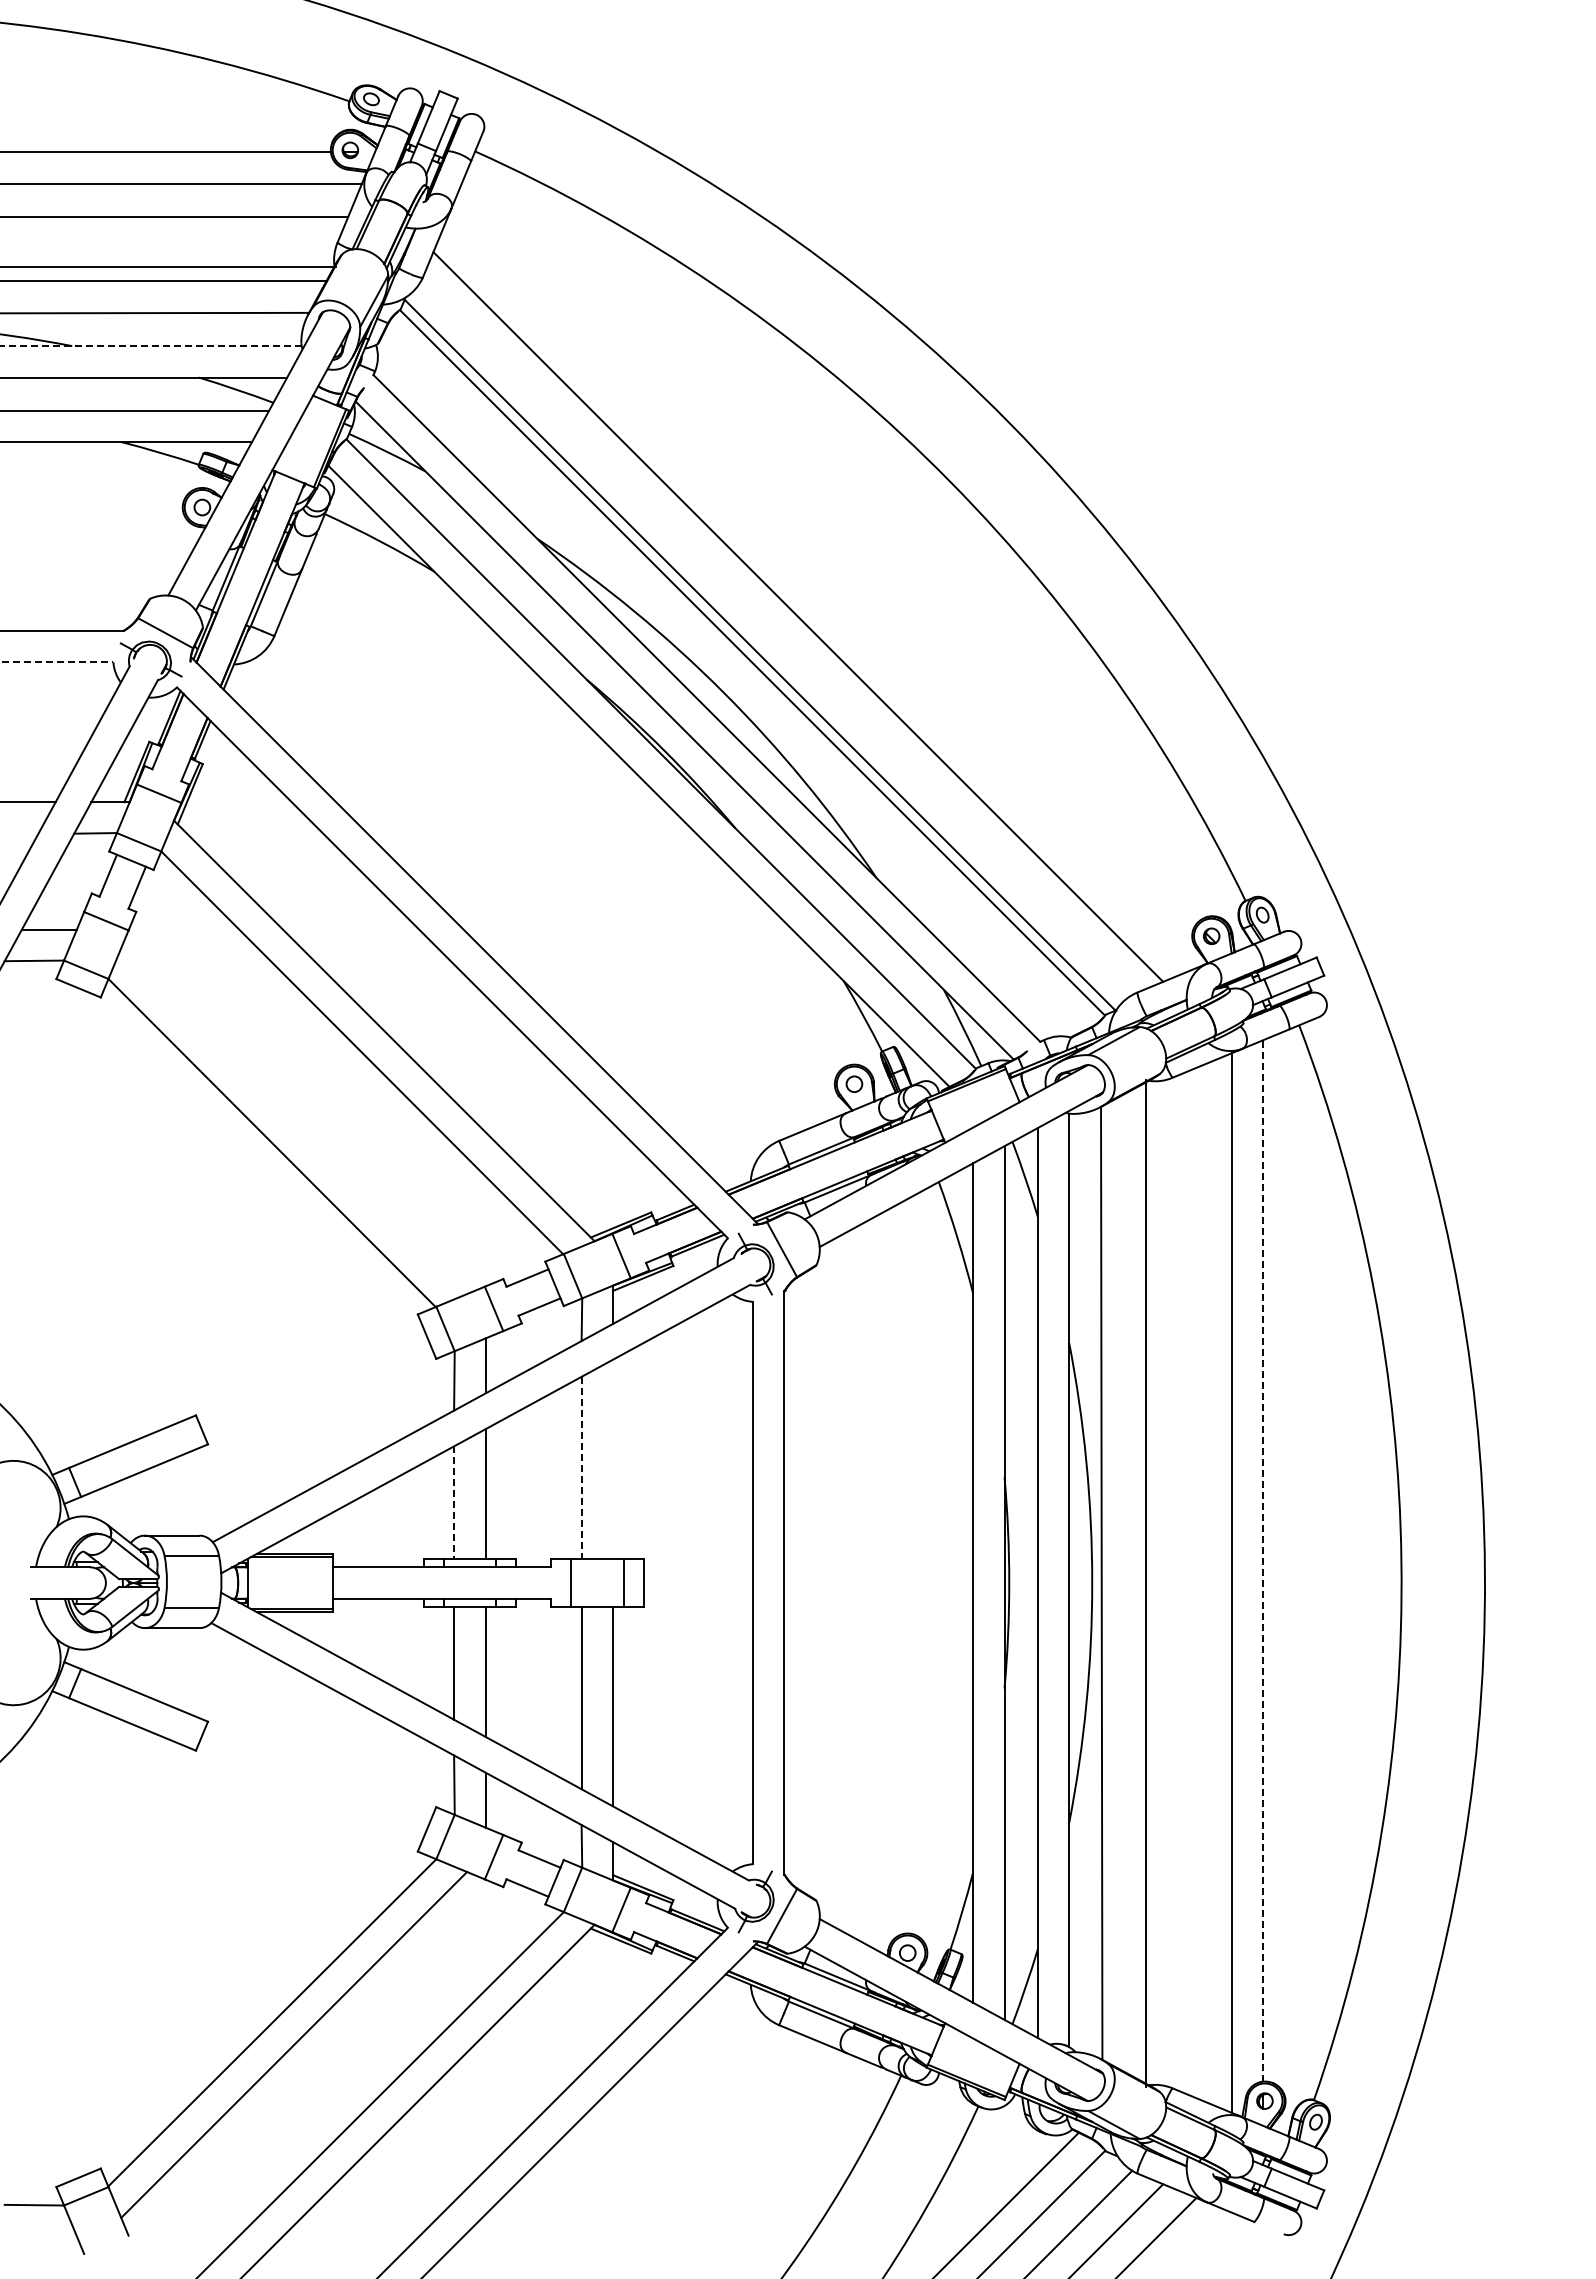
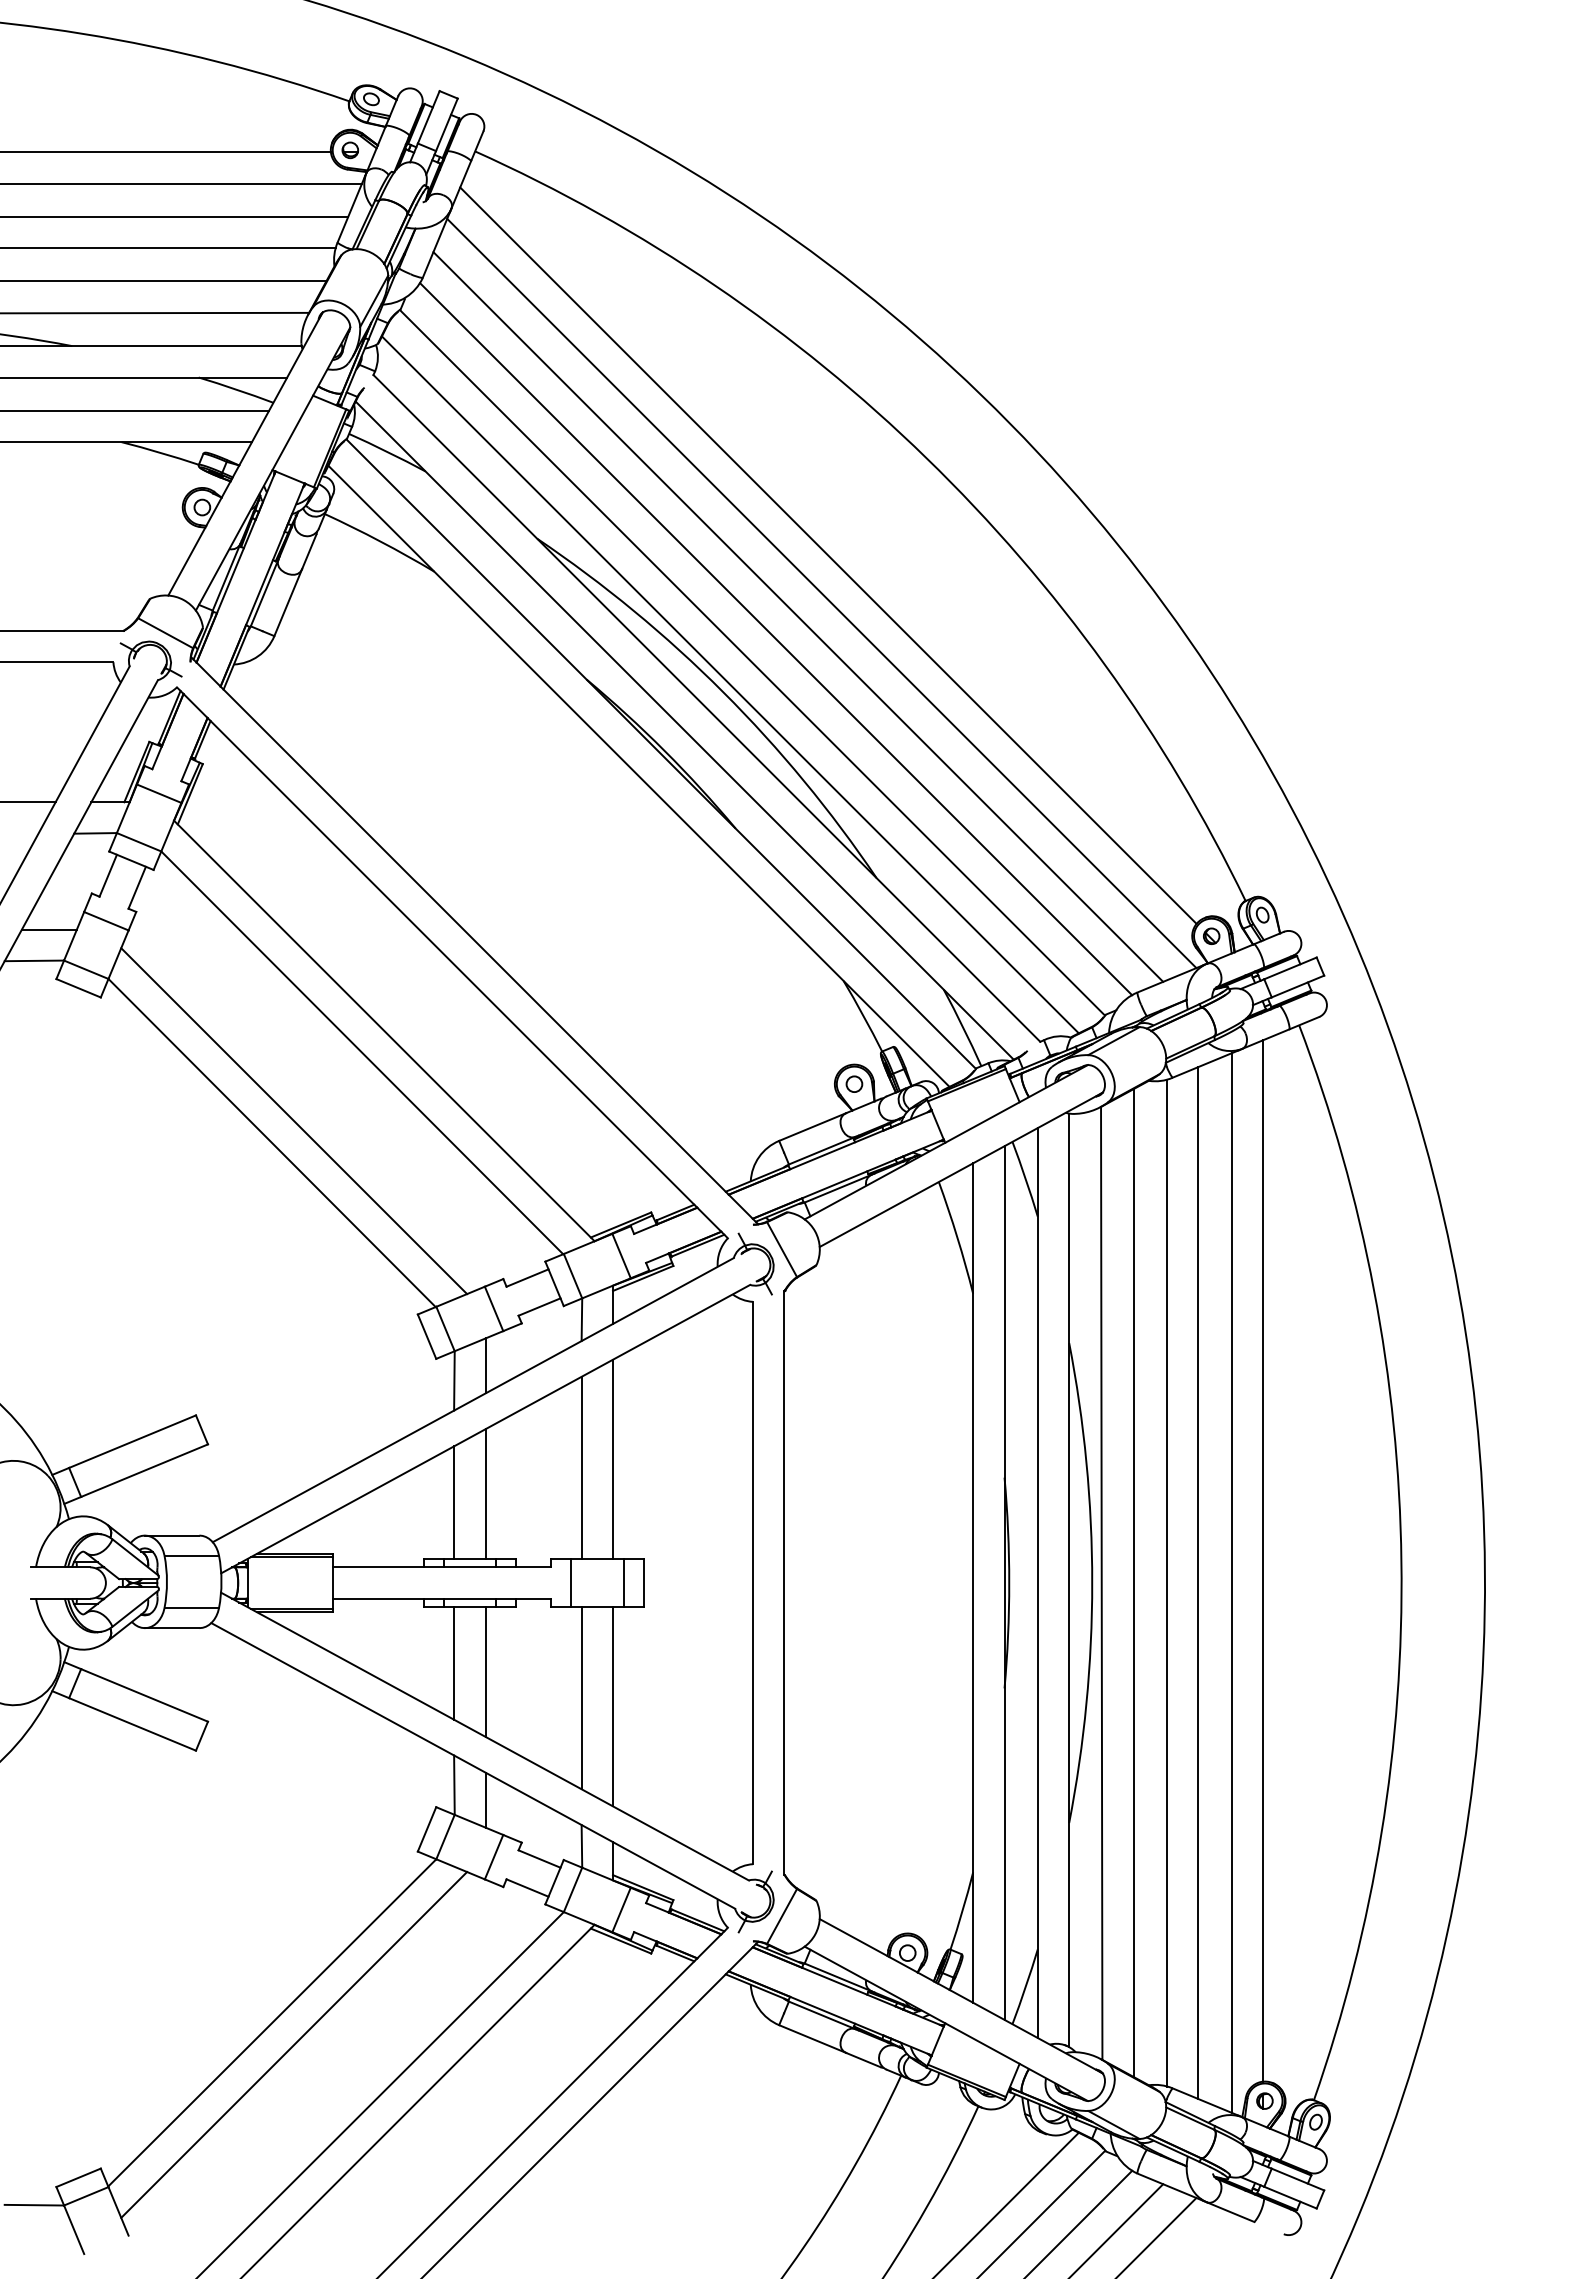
line at (168, 267) position: (168, 267) -> (168, 248)
line at (150, 346): dashed -> solid
line at (828, 555): none -> present
line at (821, 593): none -> present
line at (760, 655) position: (760, 655) -> (776, 639)
line at (57, 662): dashed -> solid
line at (729, 684): none -> present
line at (294, 1121): none -> present
line at (613, 1459): none -> present
line at (581, 1468): dashed -> solid
line at (454, 1503): dashed -> solid
line at (1263, 1560): dashed -> solid
line at (1146, 1582) position: (1146, 1582) -> (1167, 1582)
line at (1133, 1583): none -> present
line at (1198, 1583): none -> present
